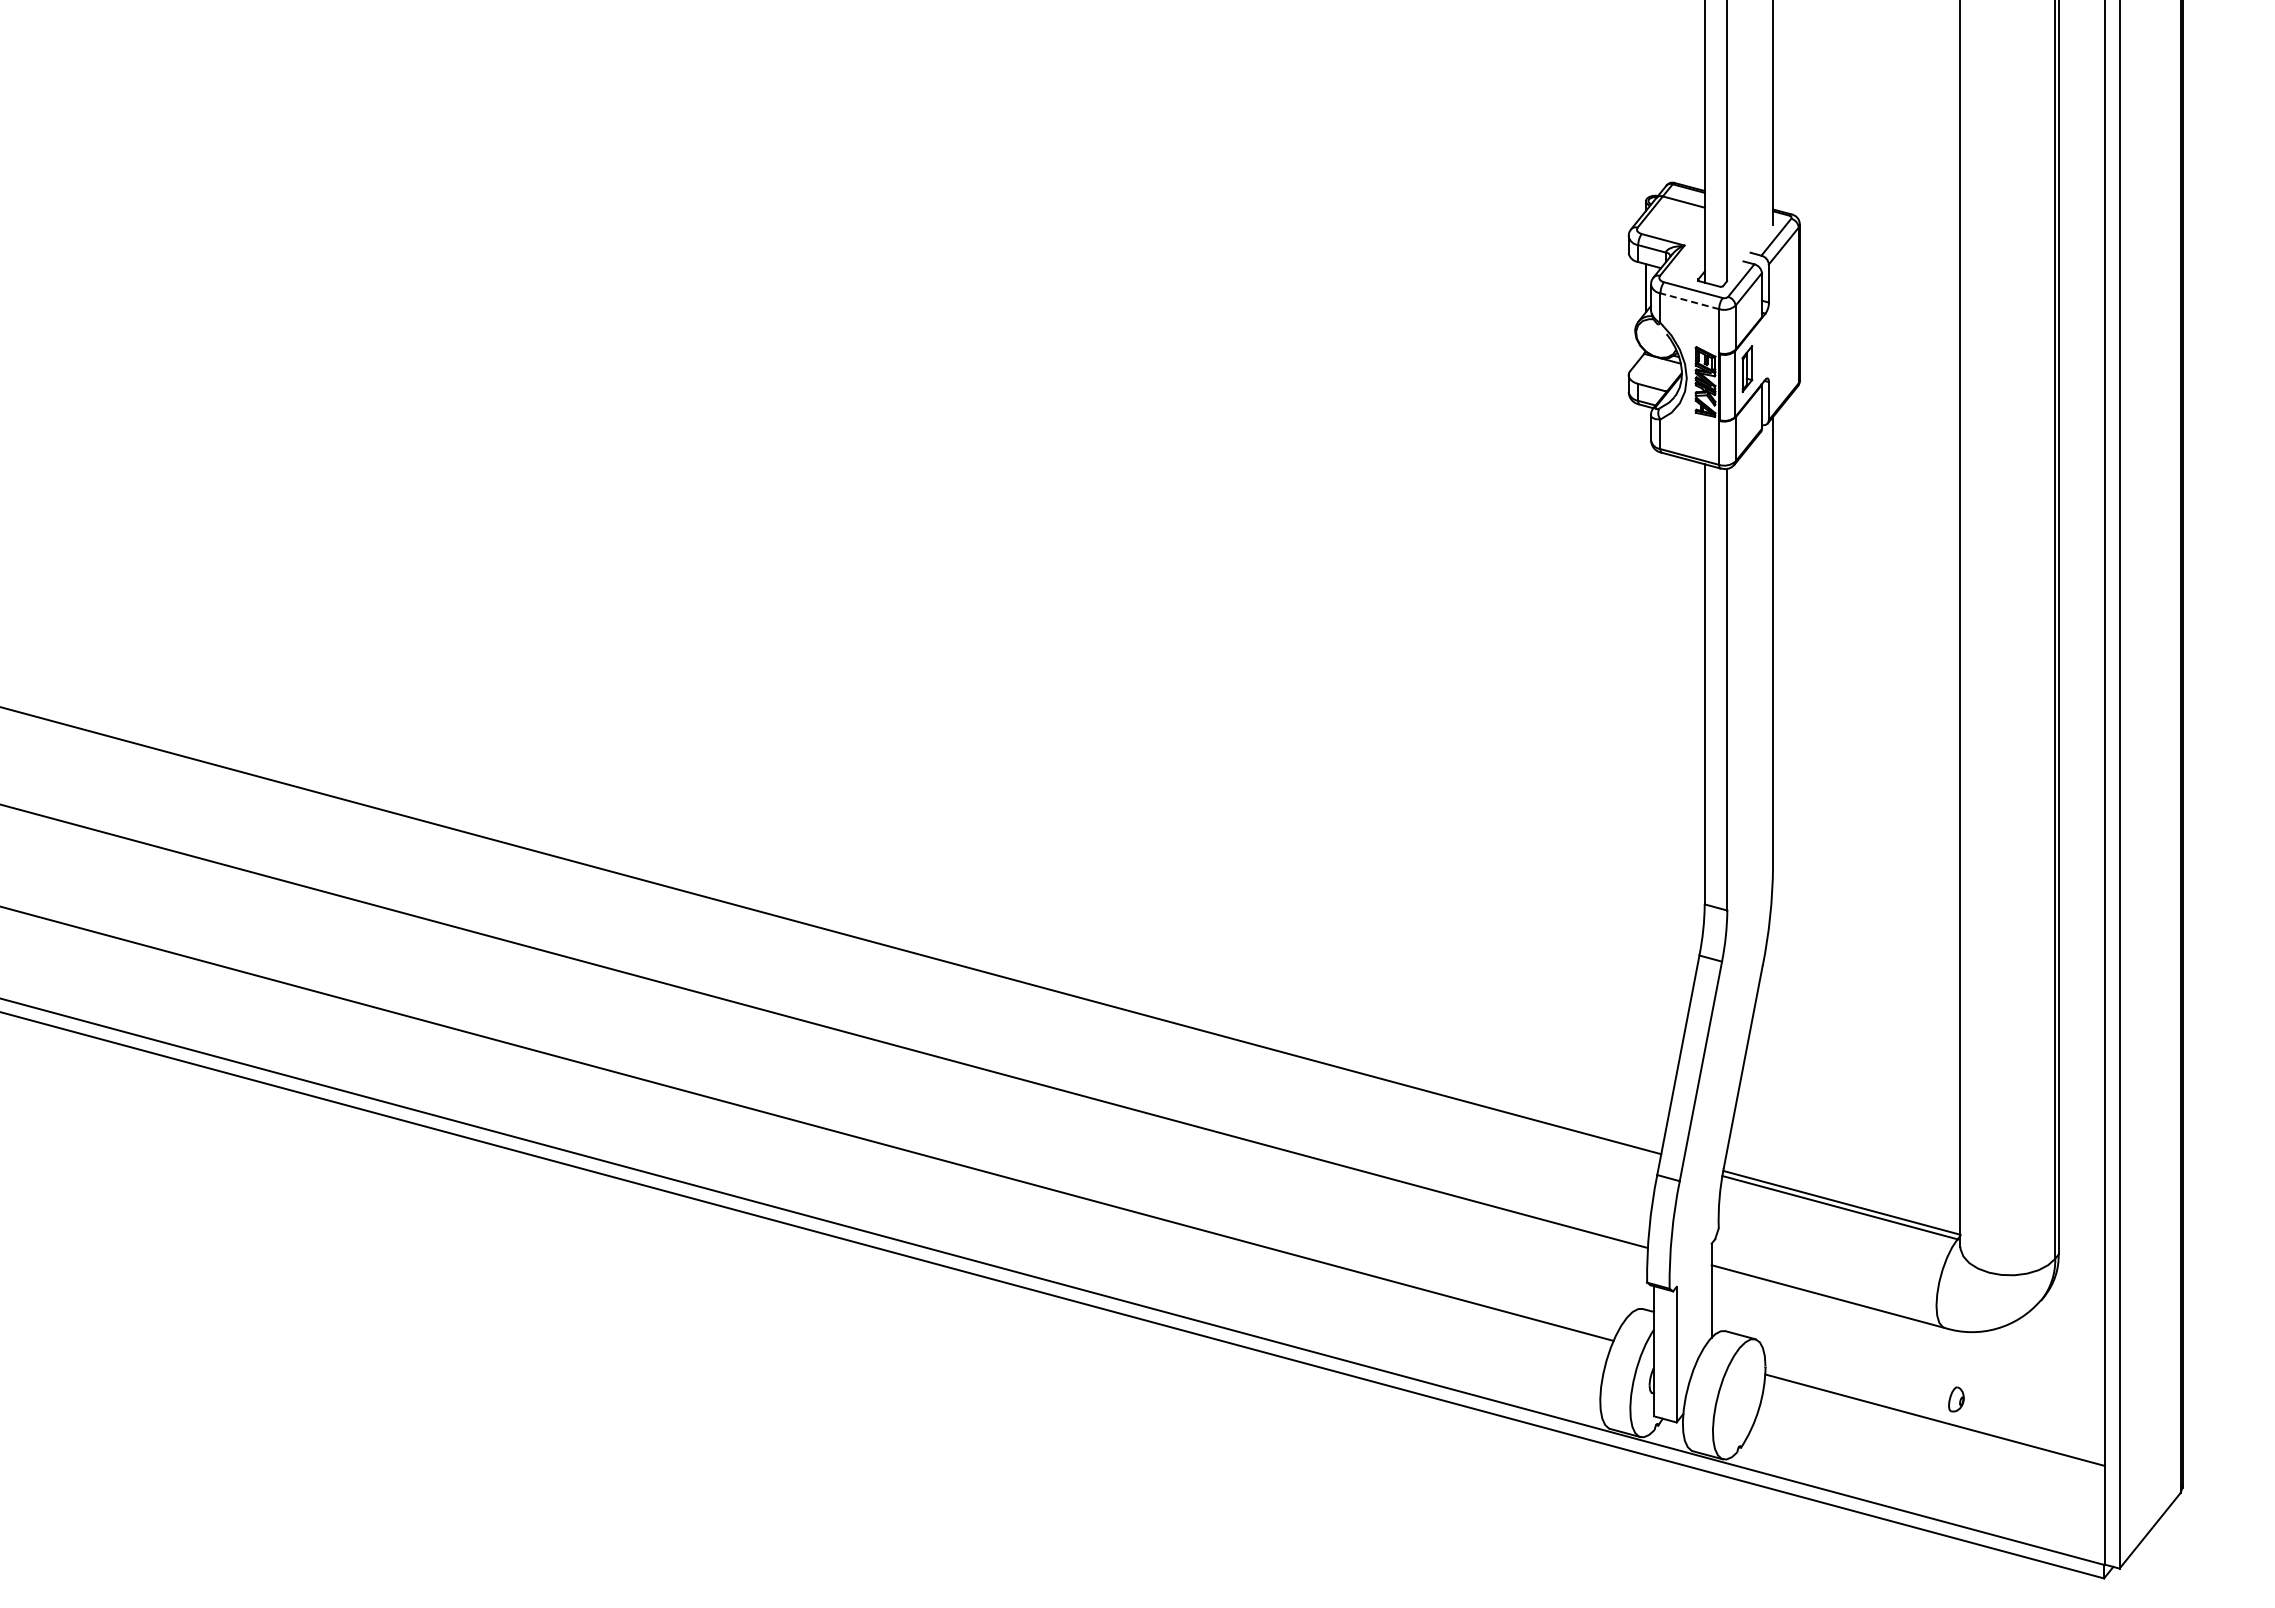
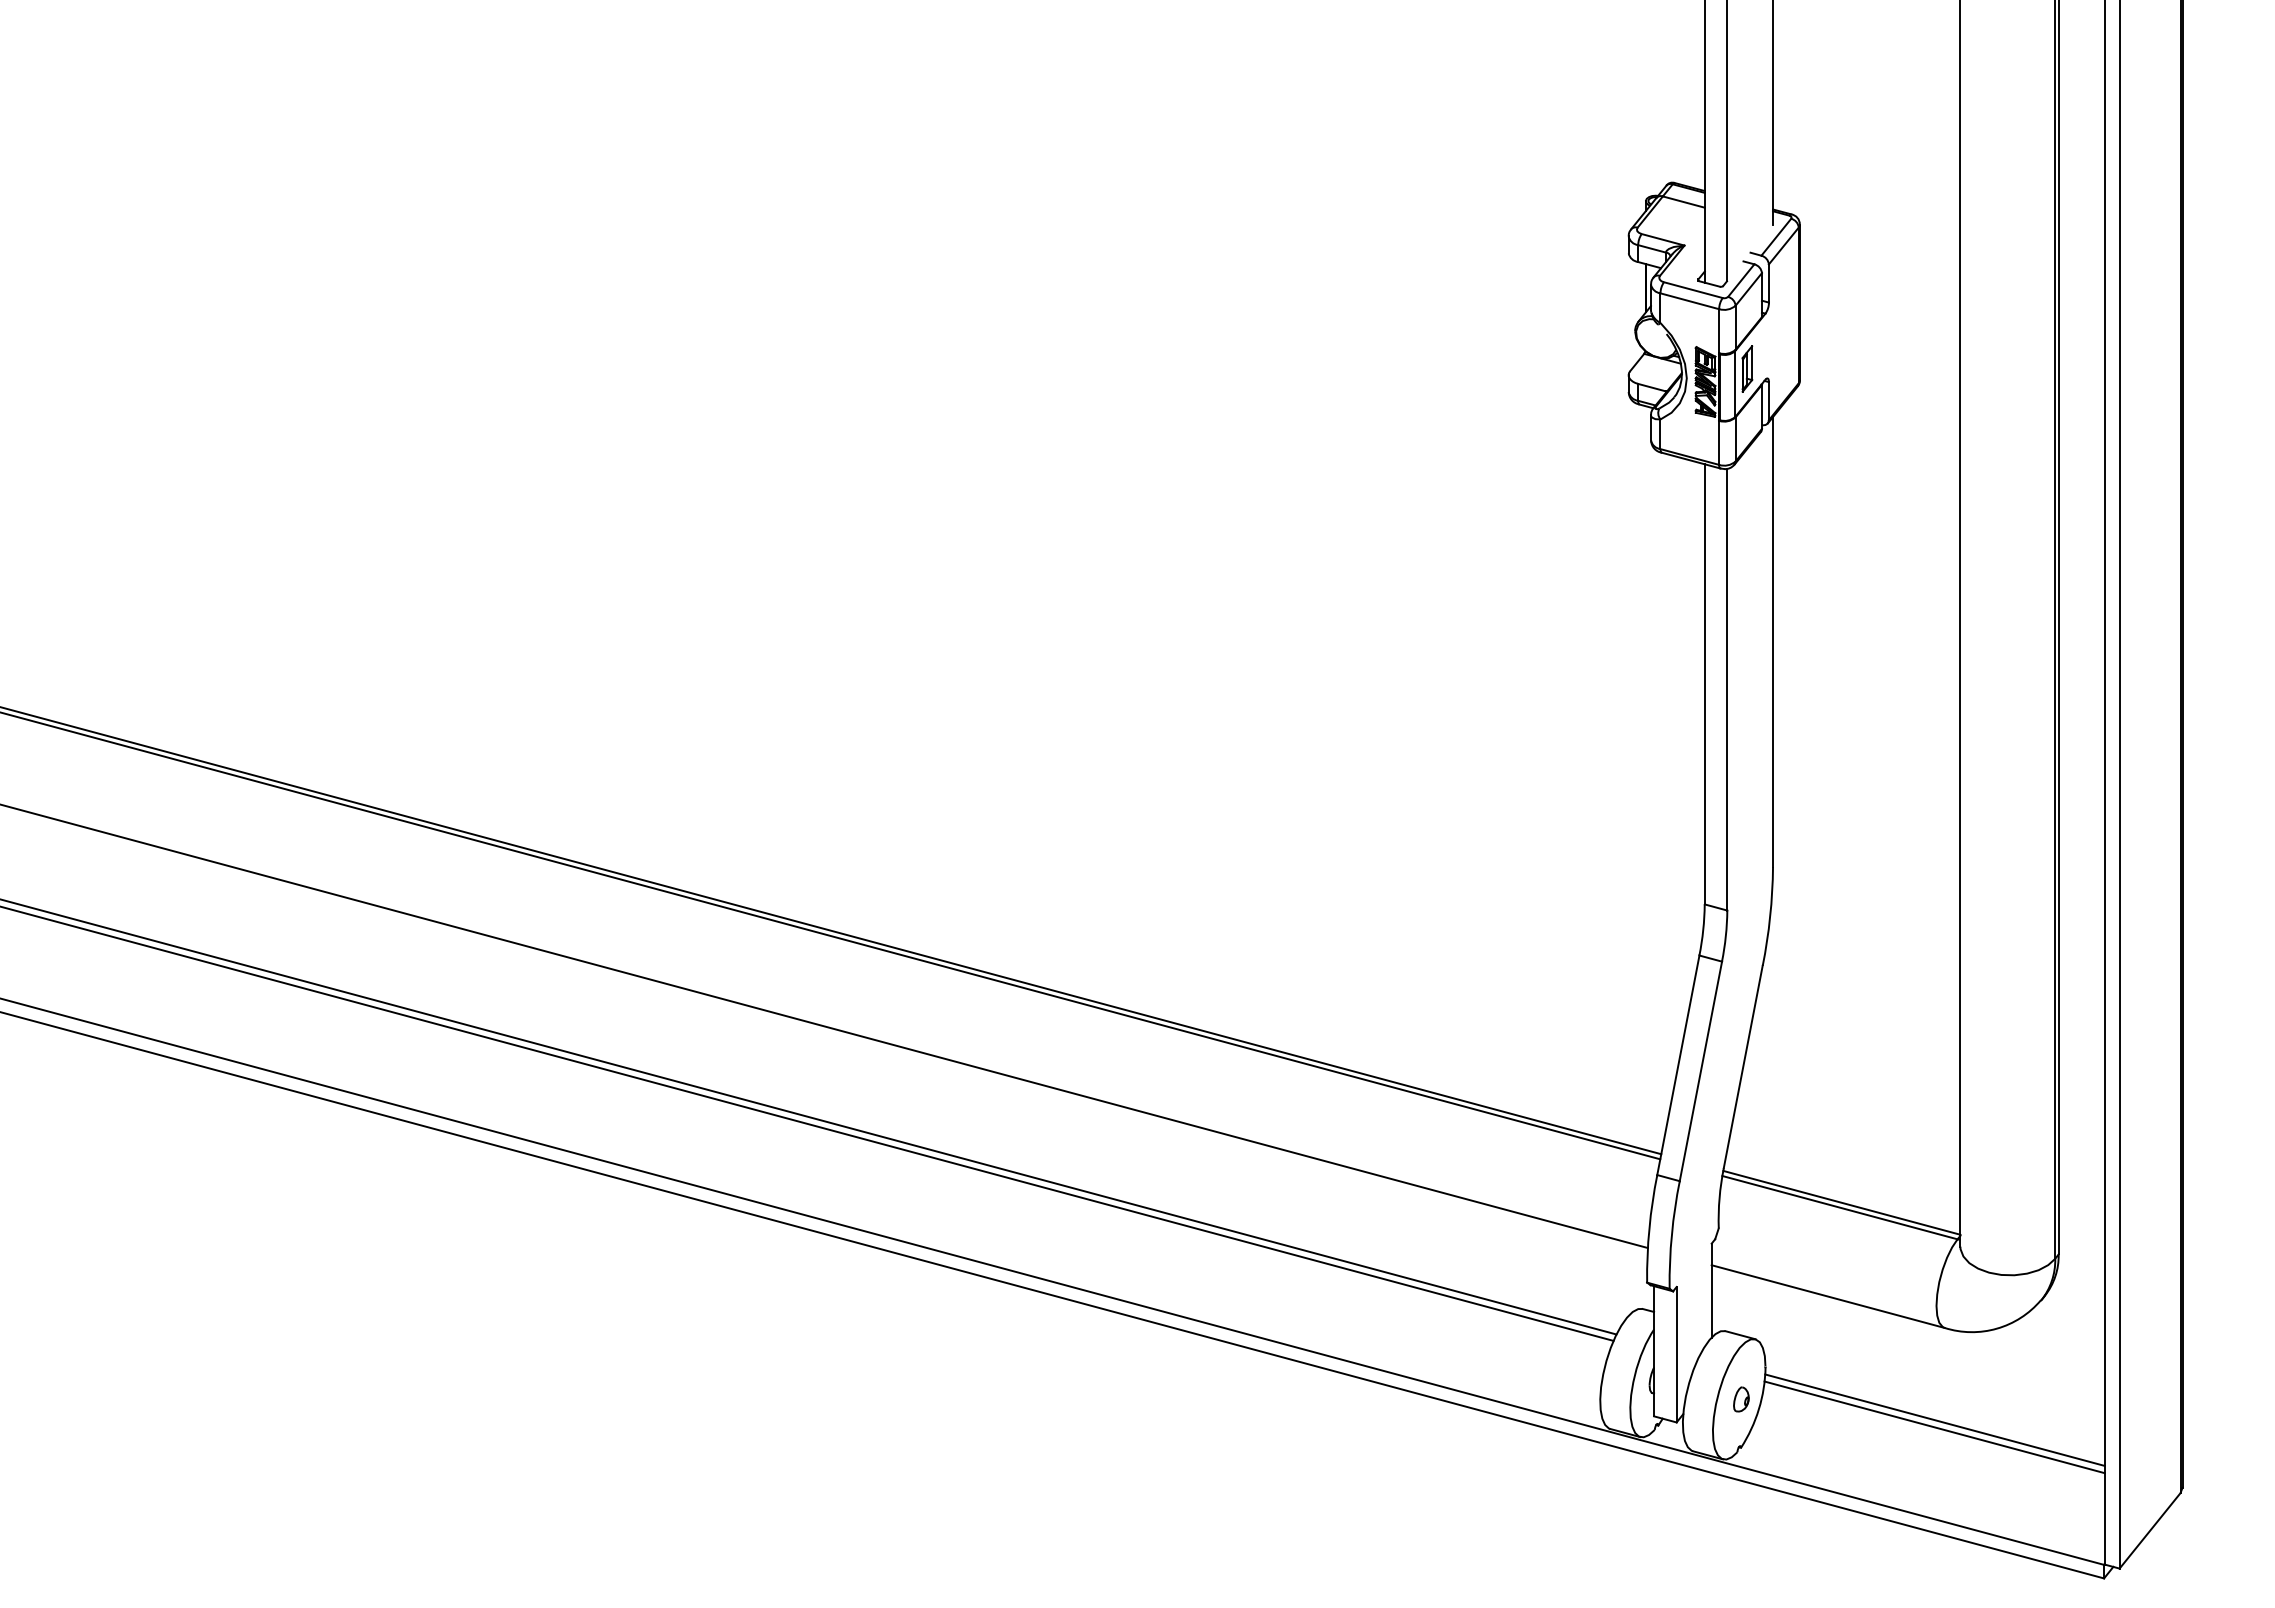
line at (1689, 301): dashed -> solid
line at (831, 935): none -> present
line at (809, 1117): none -> present
part at (1956, 1399) position: (1956, 1399) -> (1741, 1399)
line at (1934, 1427): none -> present
